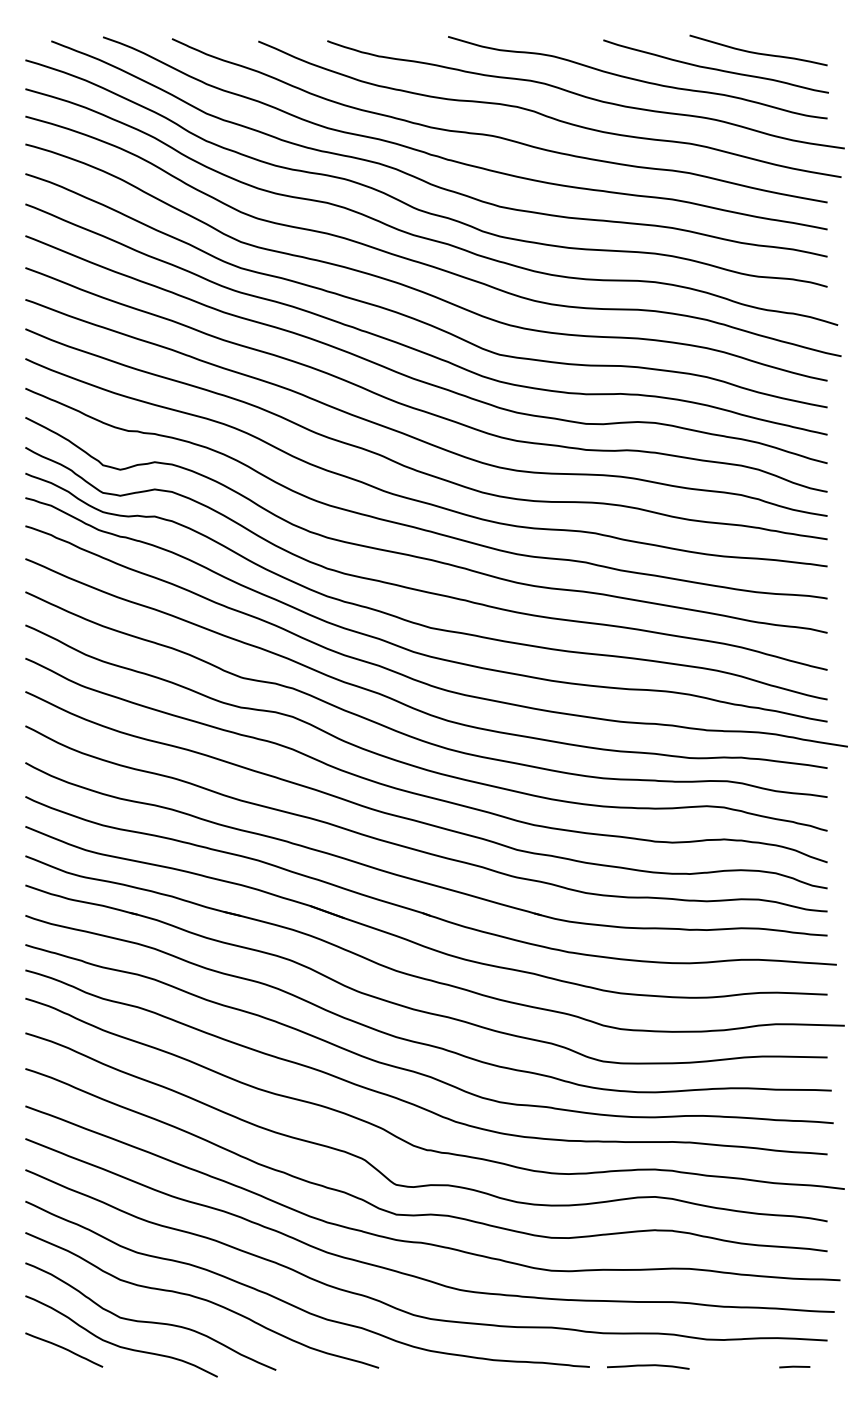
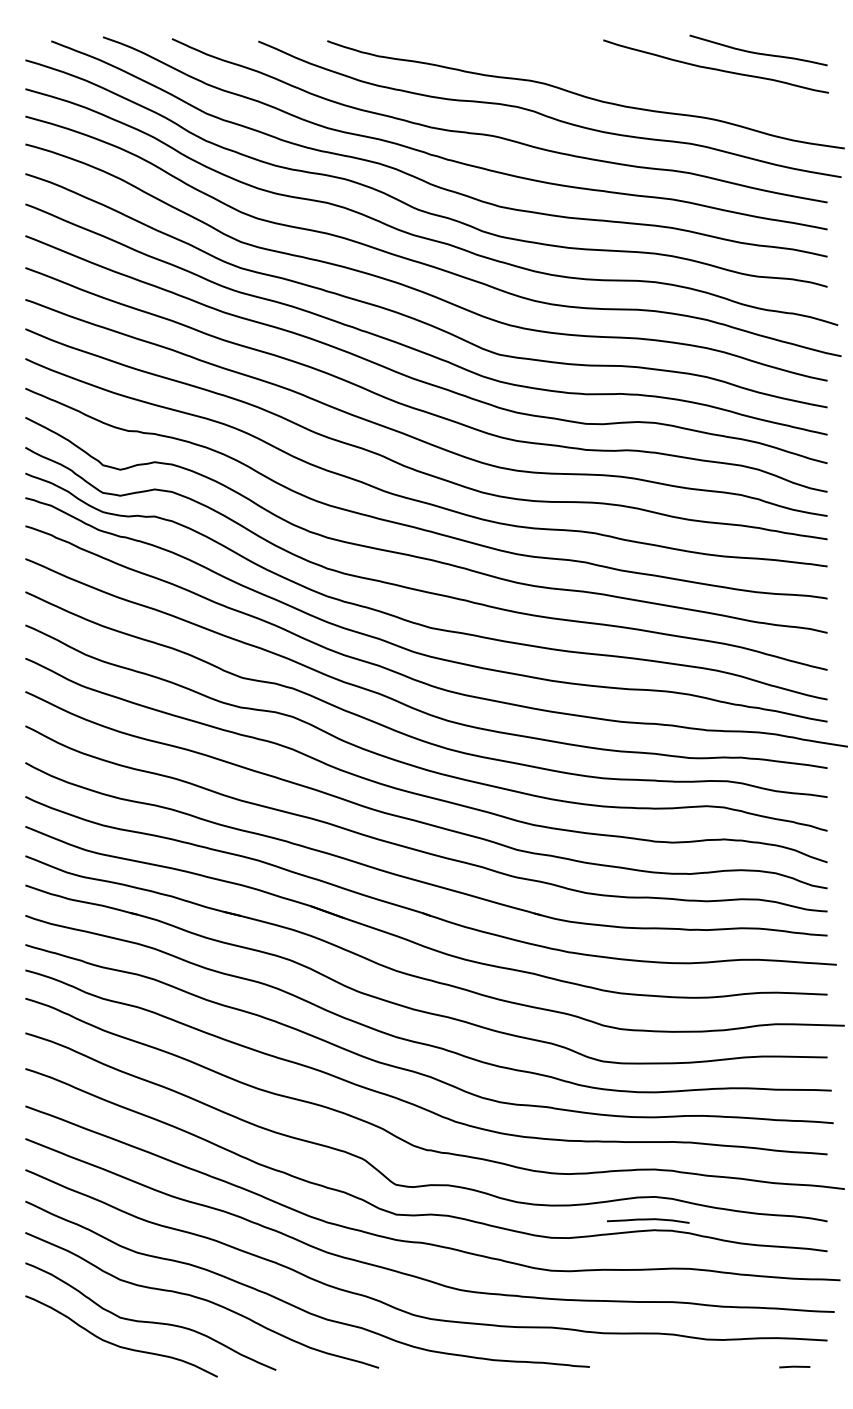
curve at (637, 79): present -> none
curve at (64, 1349): present -> none
curve at (648, 1366) position: (648, 1366) -> (648, 1220)
